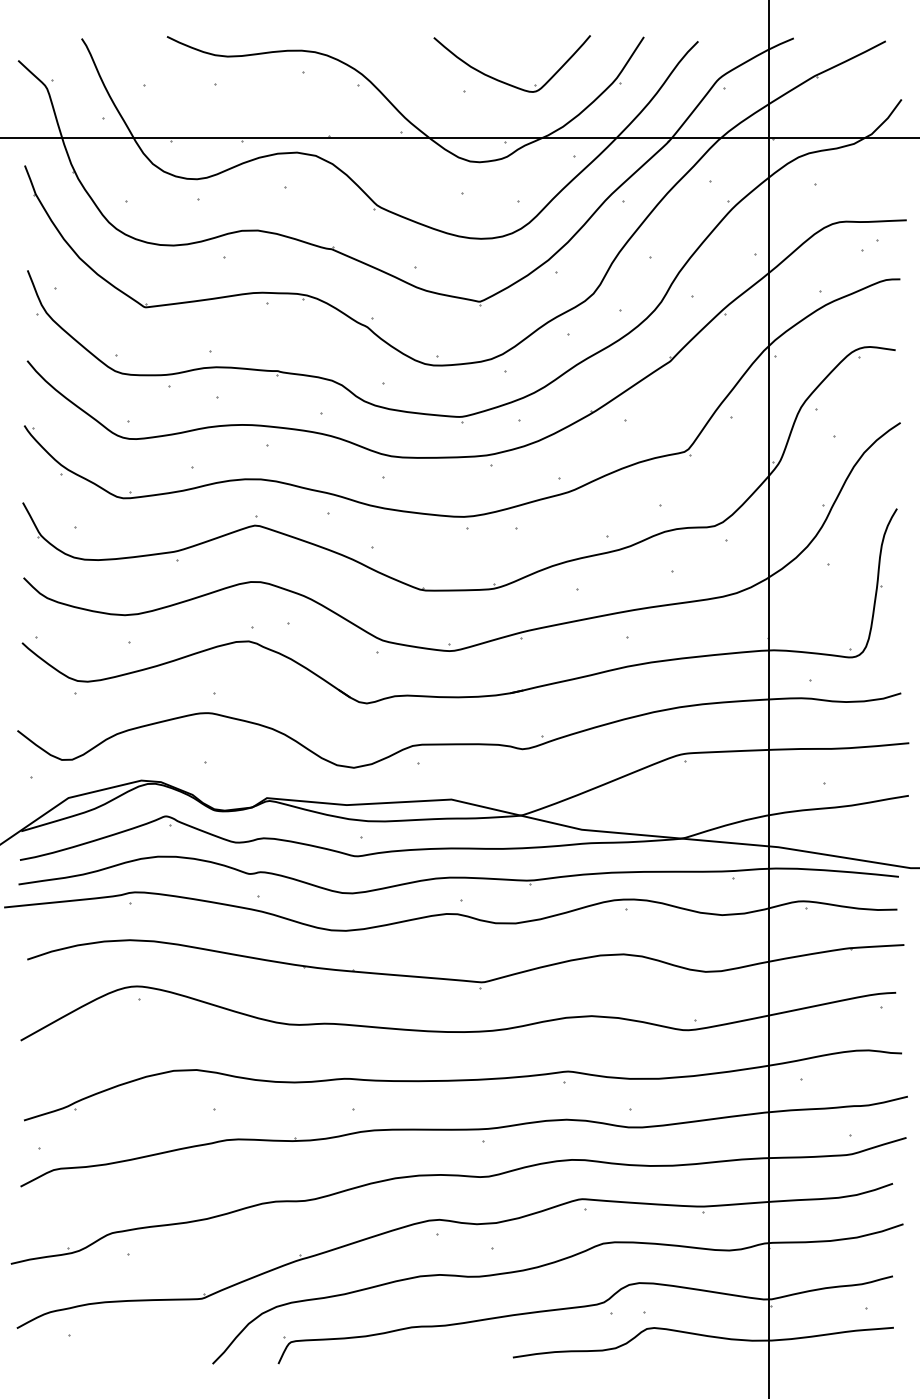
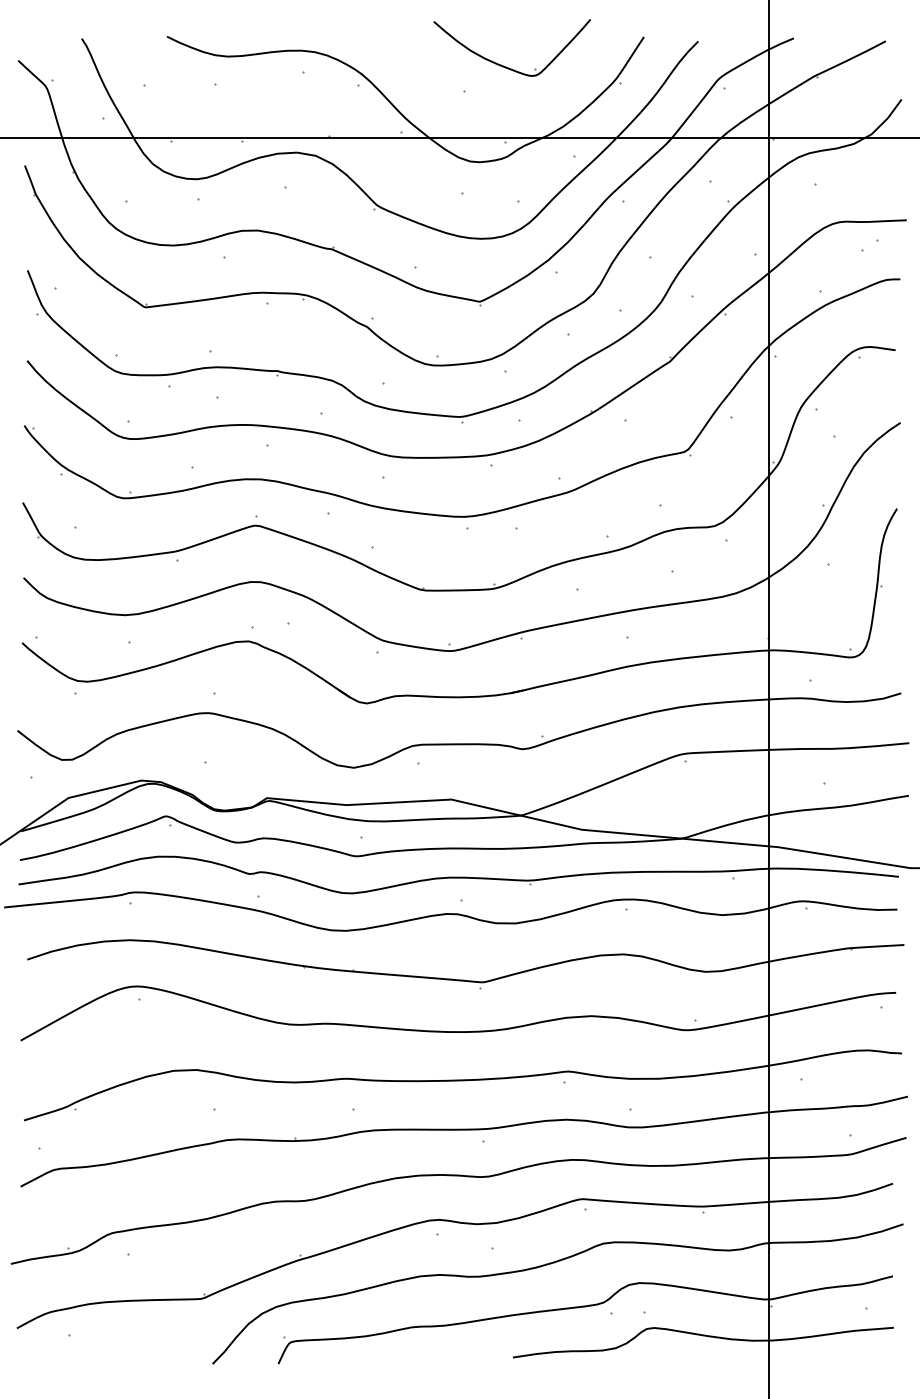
part at (506, 82) position: (506, 82) -> (506, 66)
